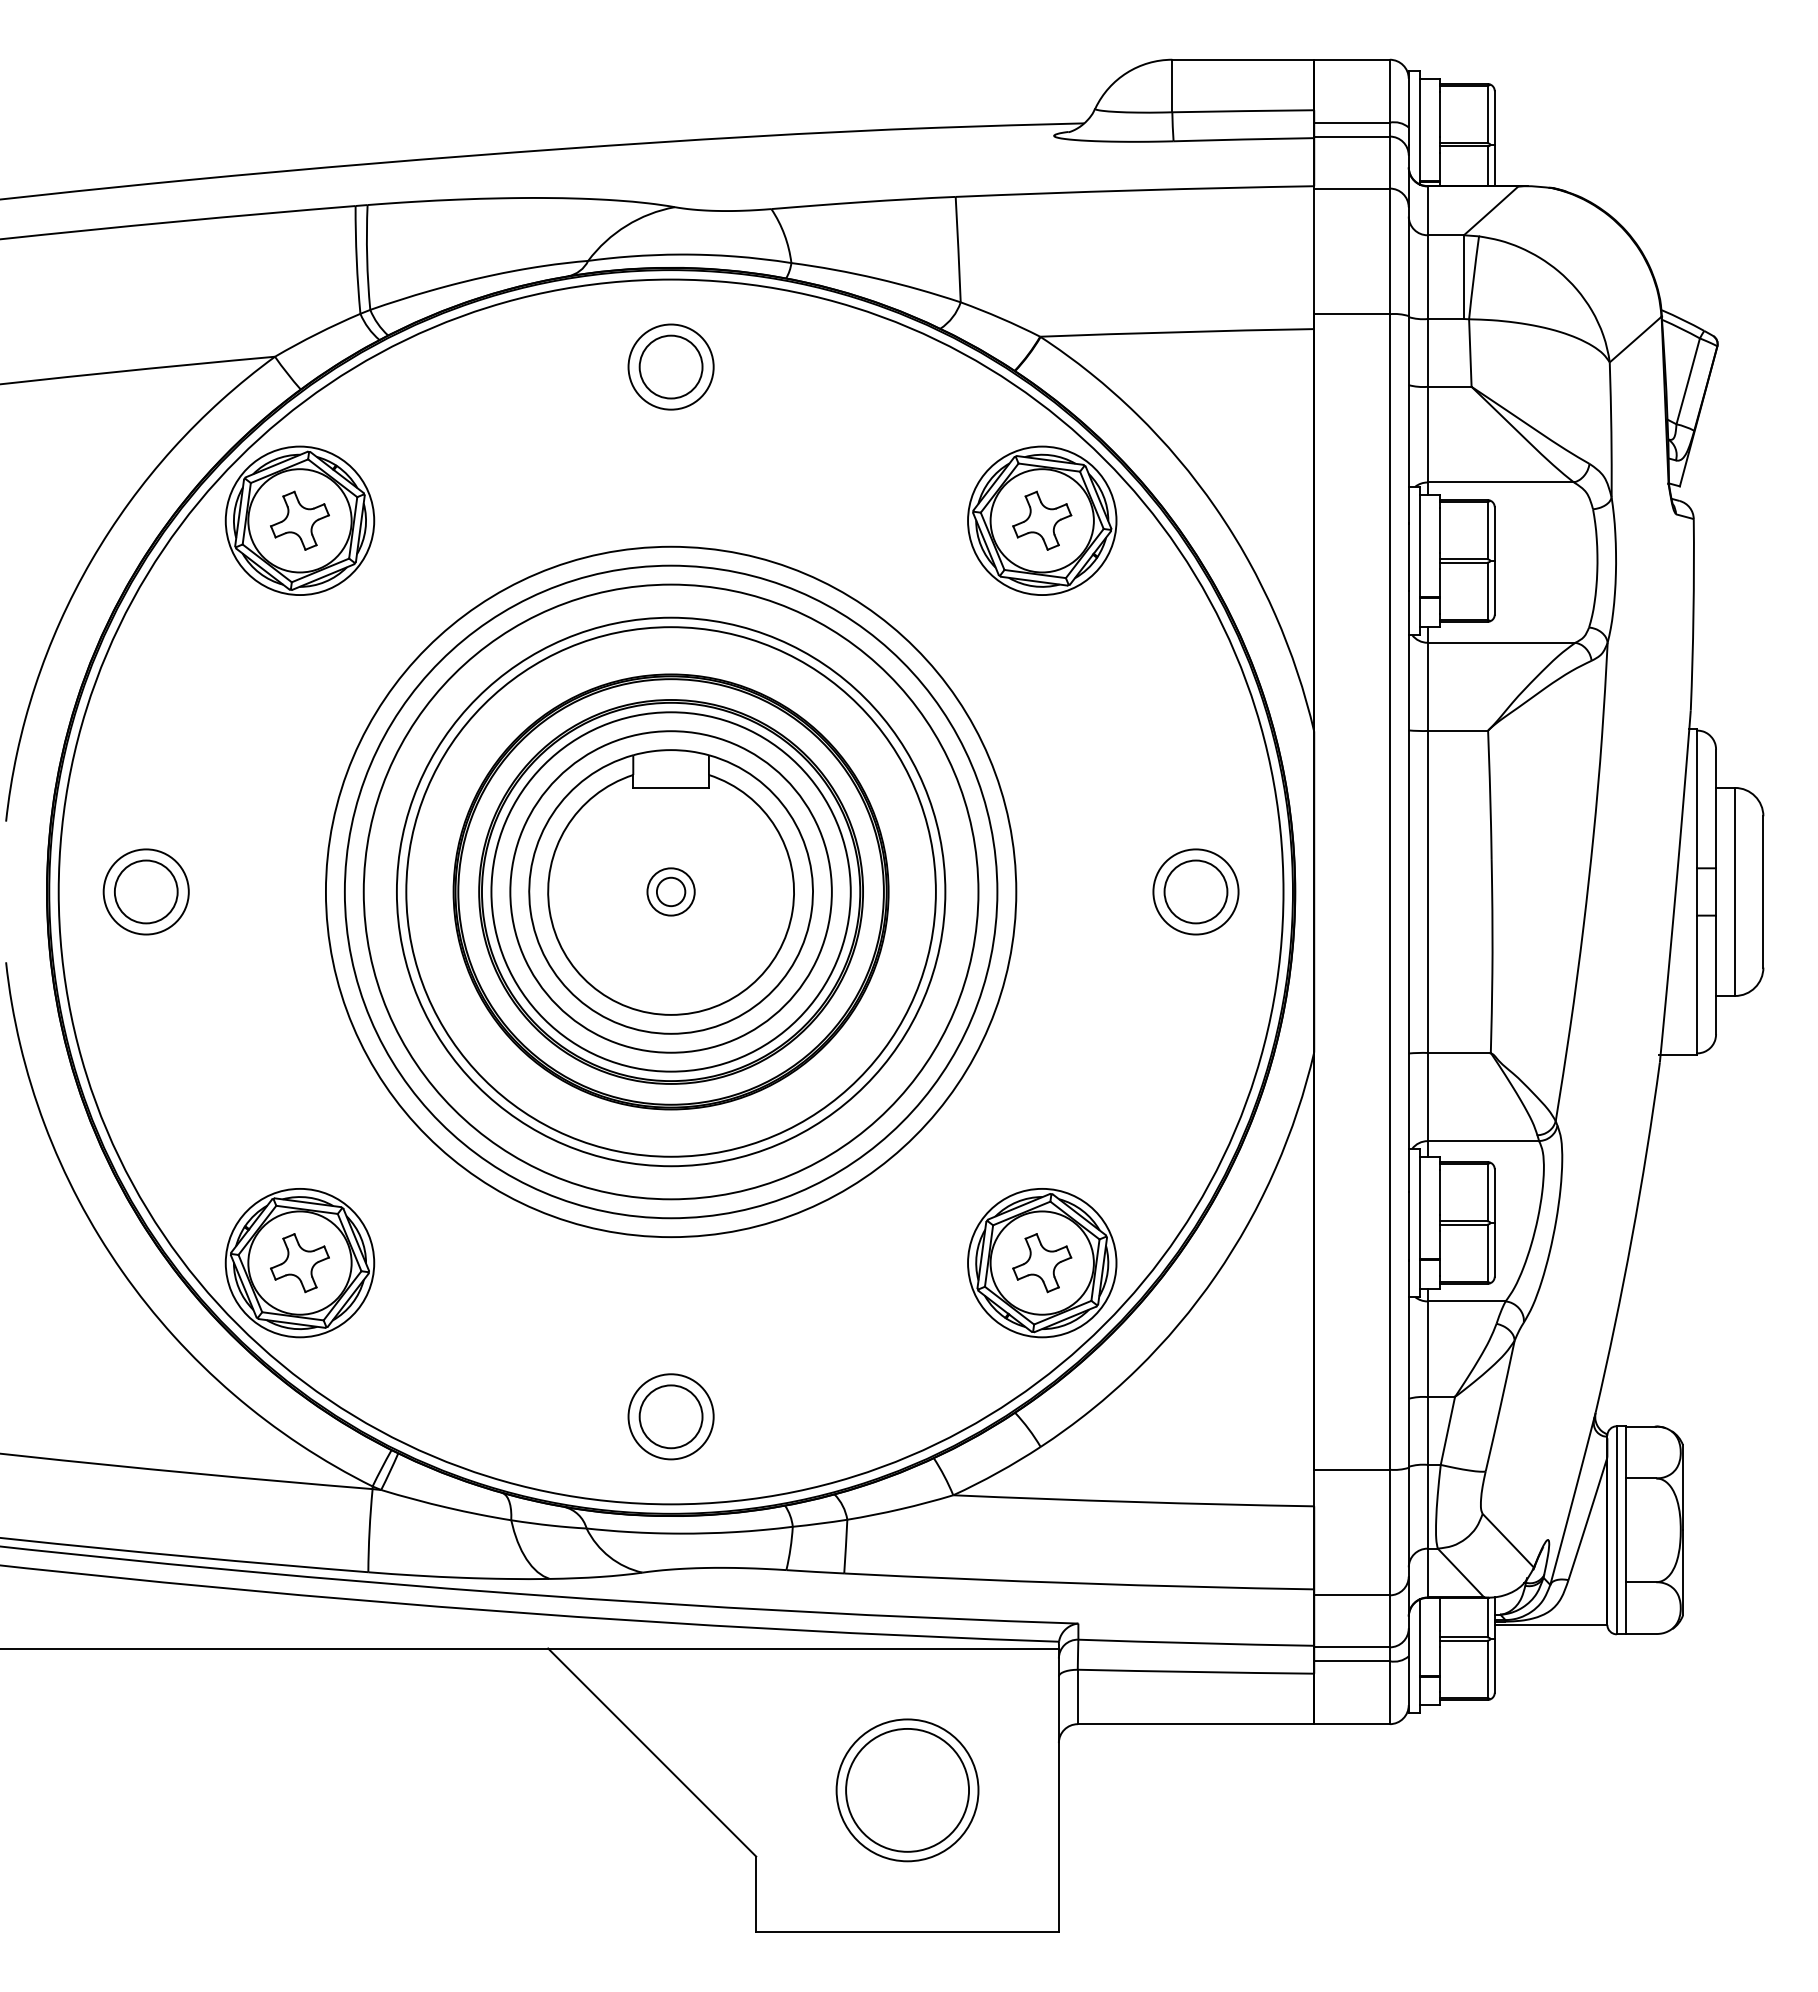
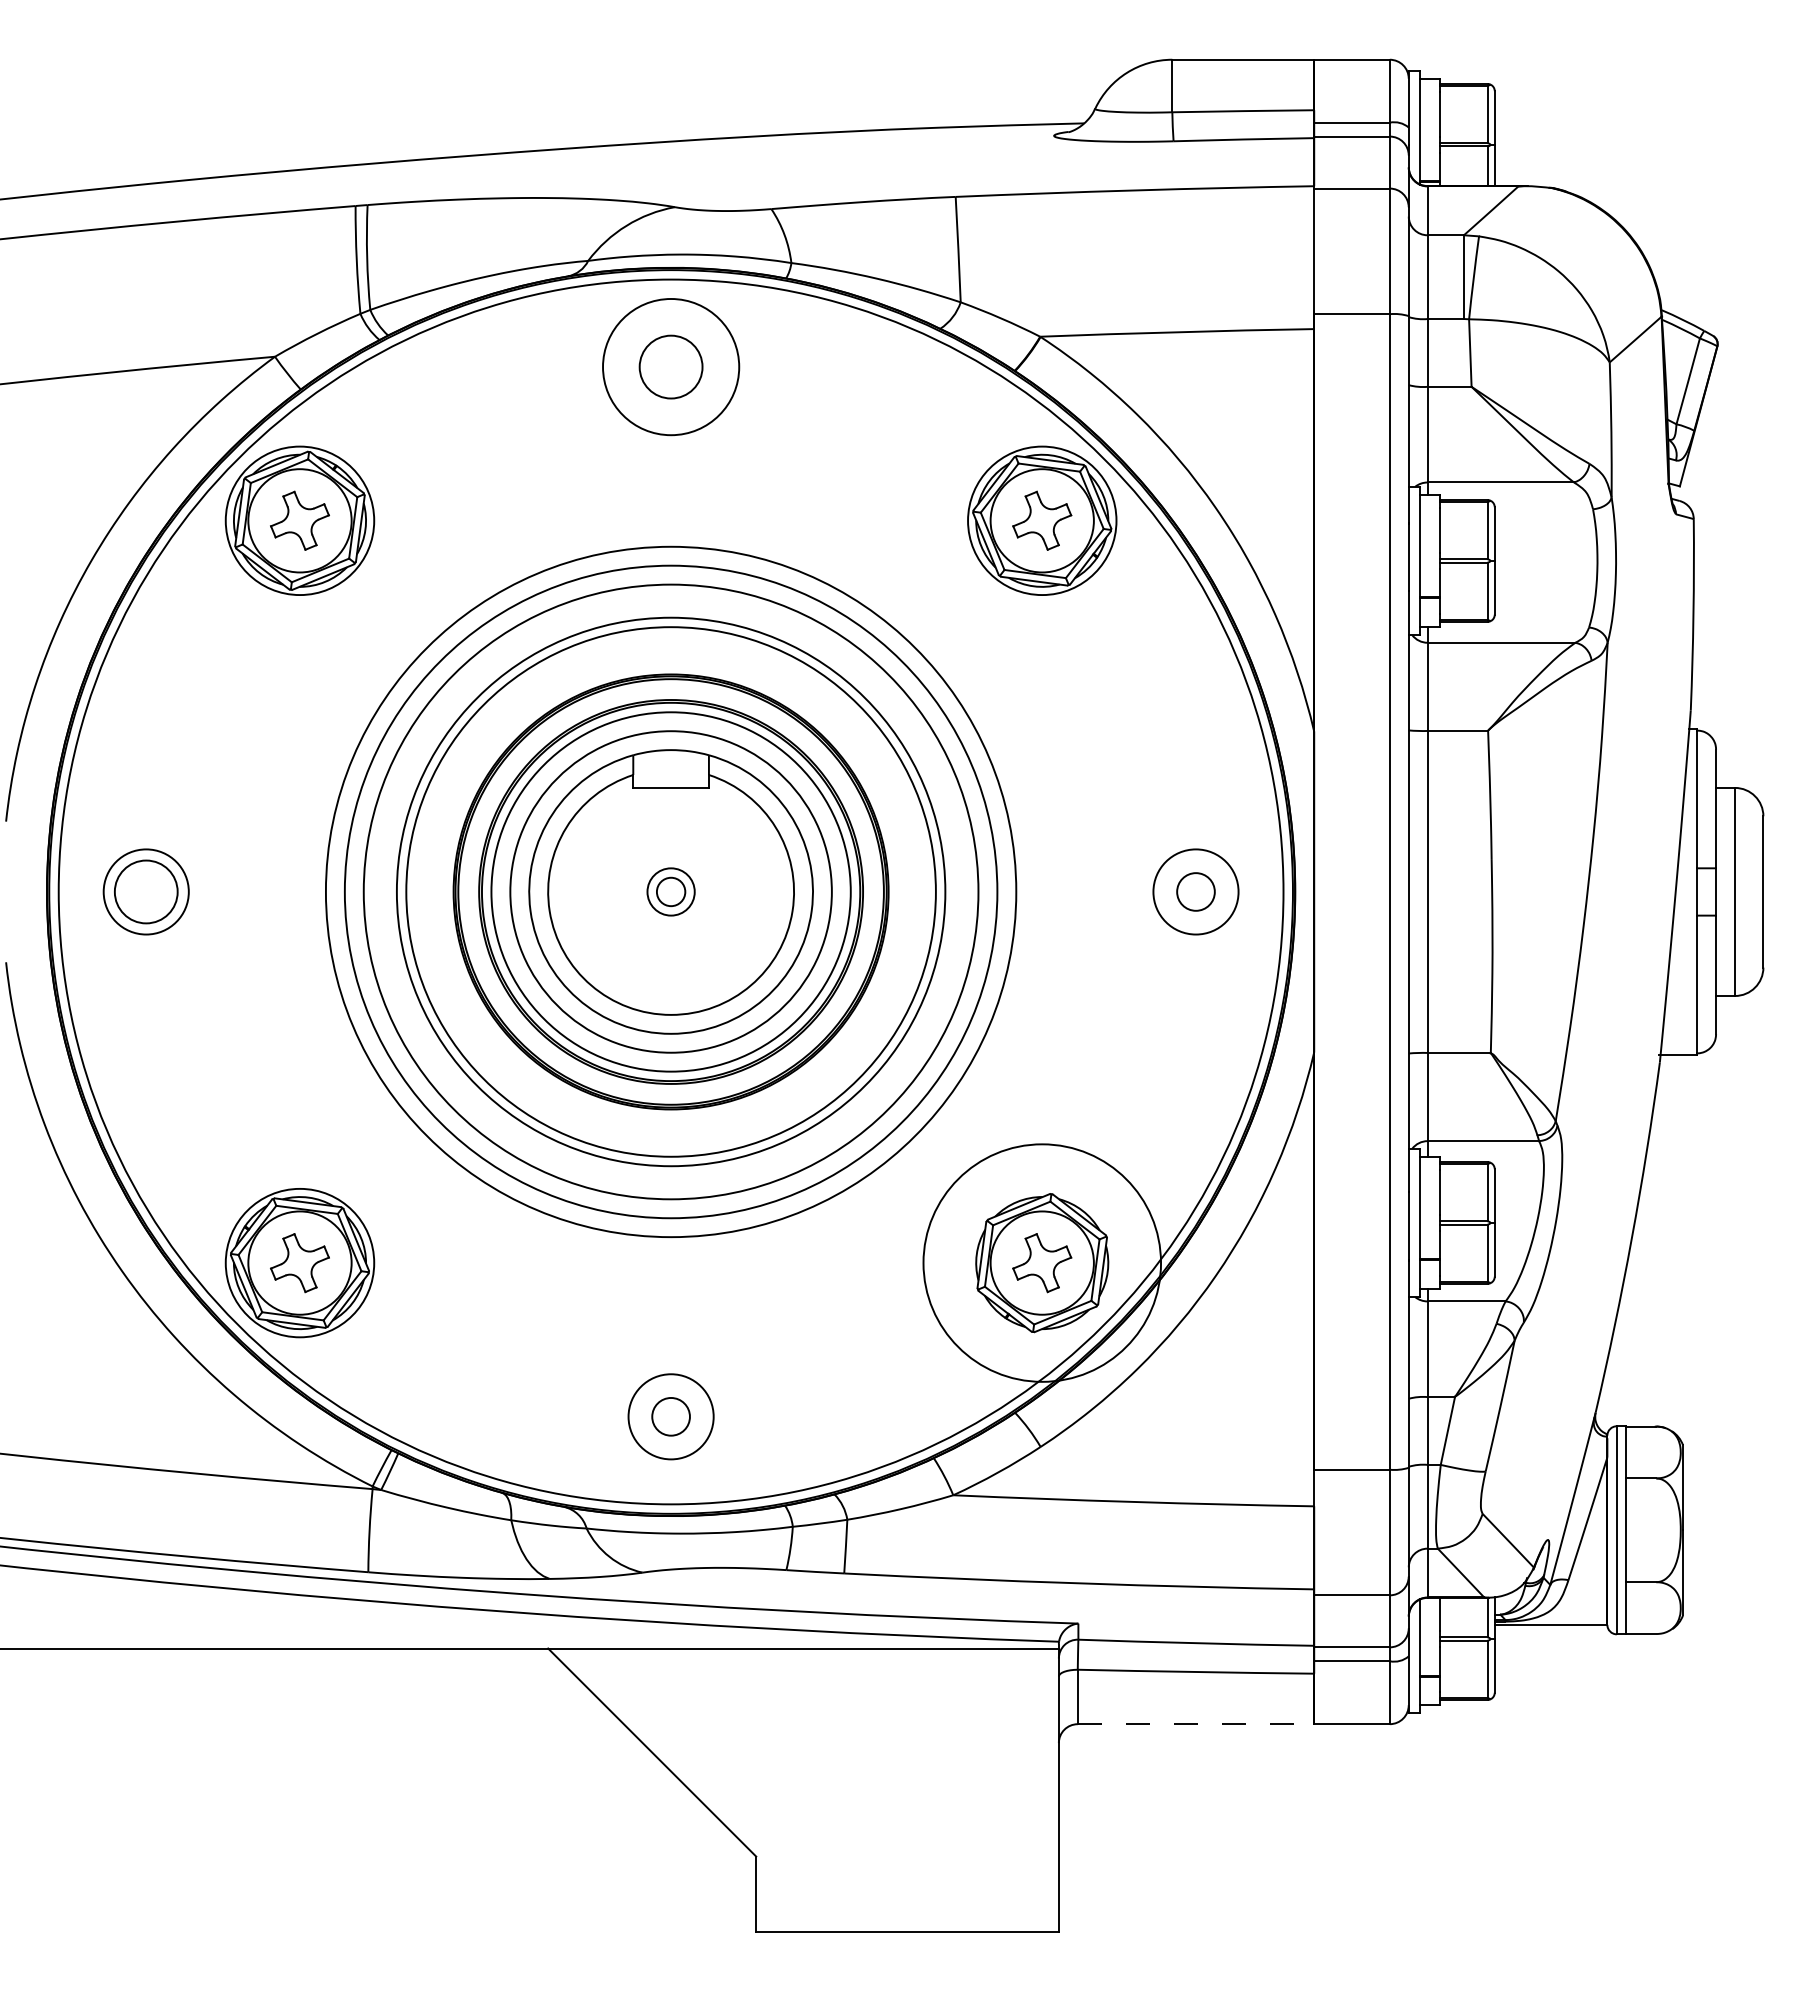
circle at (670, 366) diameter: 85 px -> 136 px
circle at (1195, 891) diameter: 63 px -> 38 px
circle at (1042, 1262) diameter: 148 px -> 238 px
circle at (670, 1416) diameter: 63 px -> 38 px
line at (1196, 1724): solid -> dashed
part at (907, 1790): present -> none
